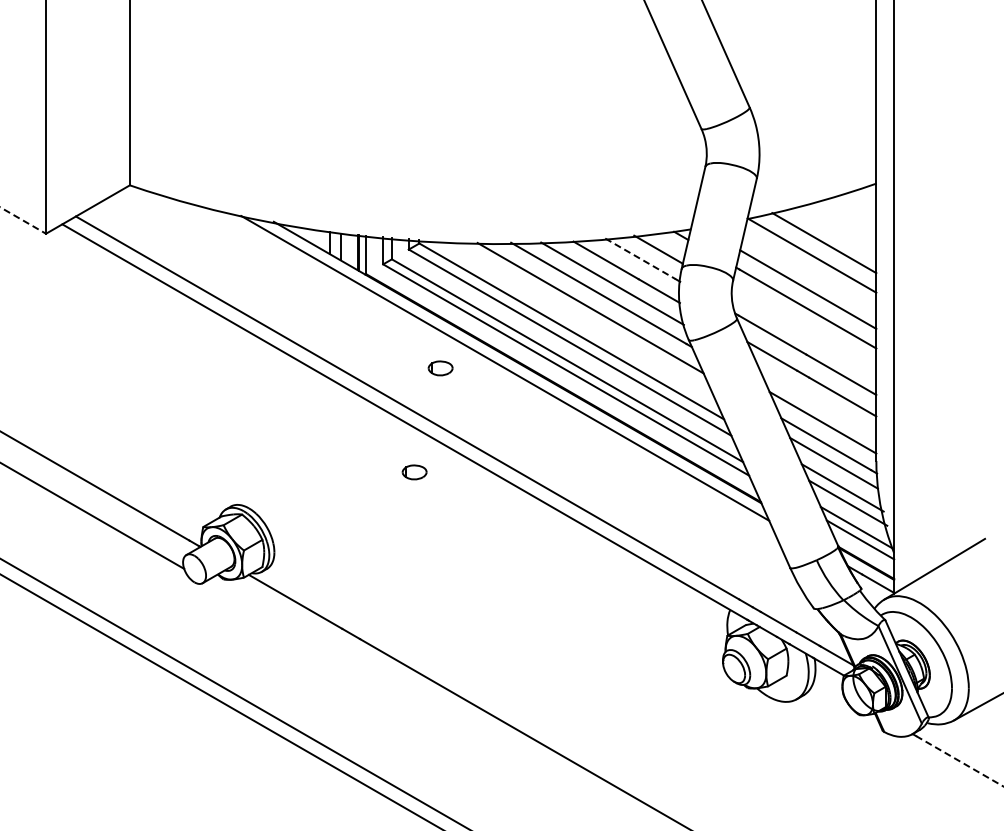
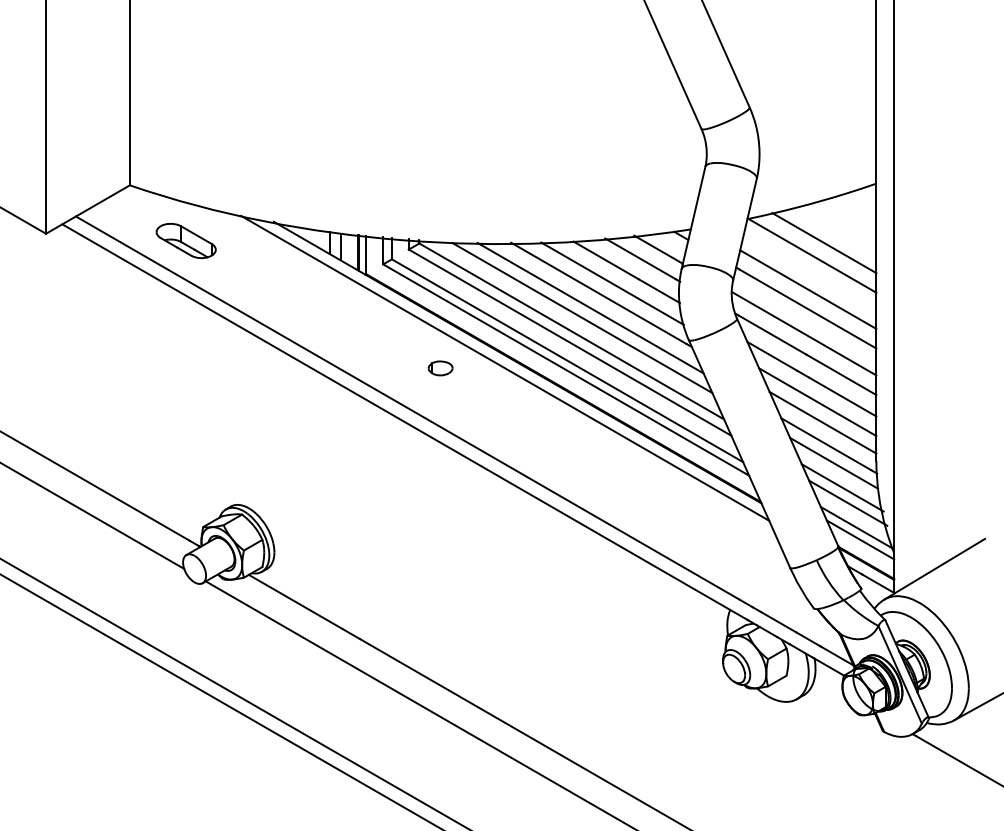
line at (23, 220): dashed -> solid
part at (185, 241): none -> present
line at (640, 258): dashed -> solid
line at (582, 318): none -> present
line at (803, 333): none -> present
line at (817, 402): none -> present
part at (414, 472): present -> none
line at (418, 704): none -> present
line at (960, 761): dashed -> solid
